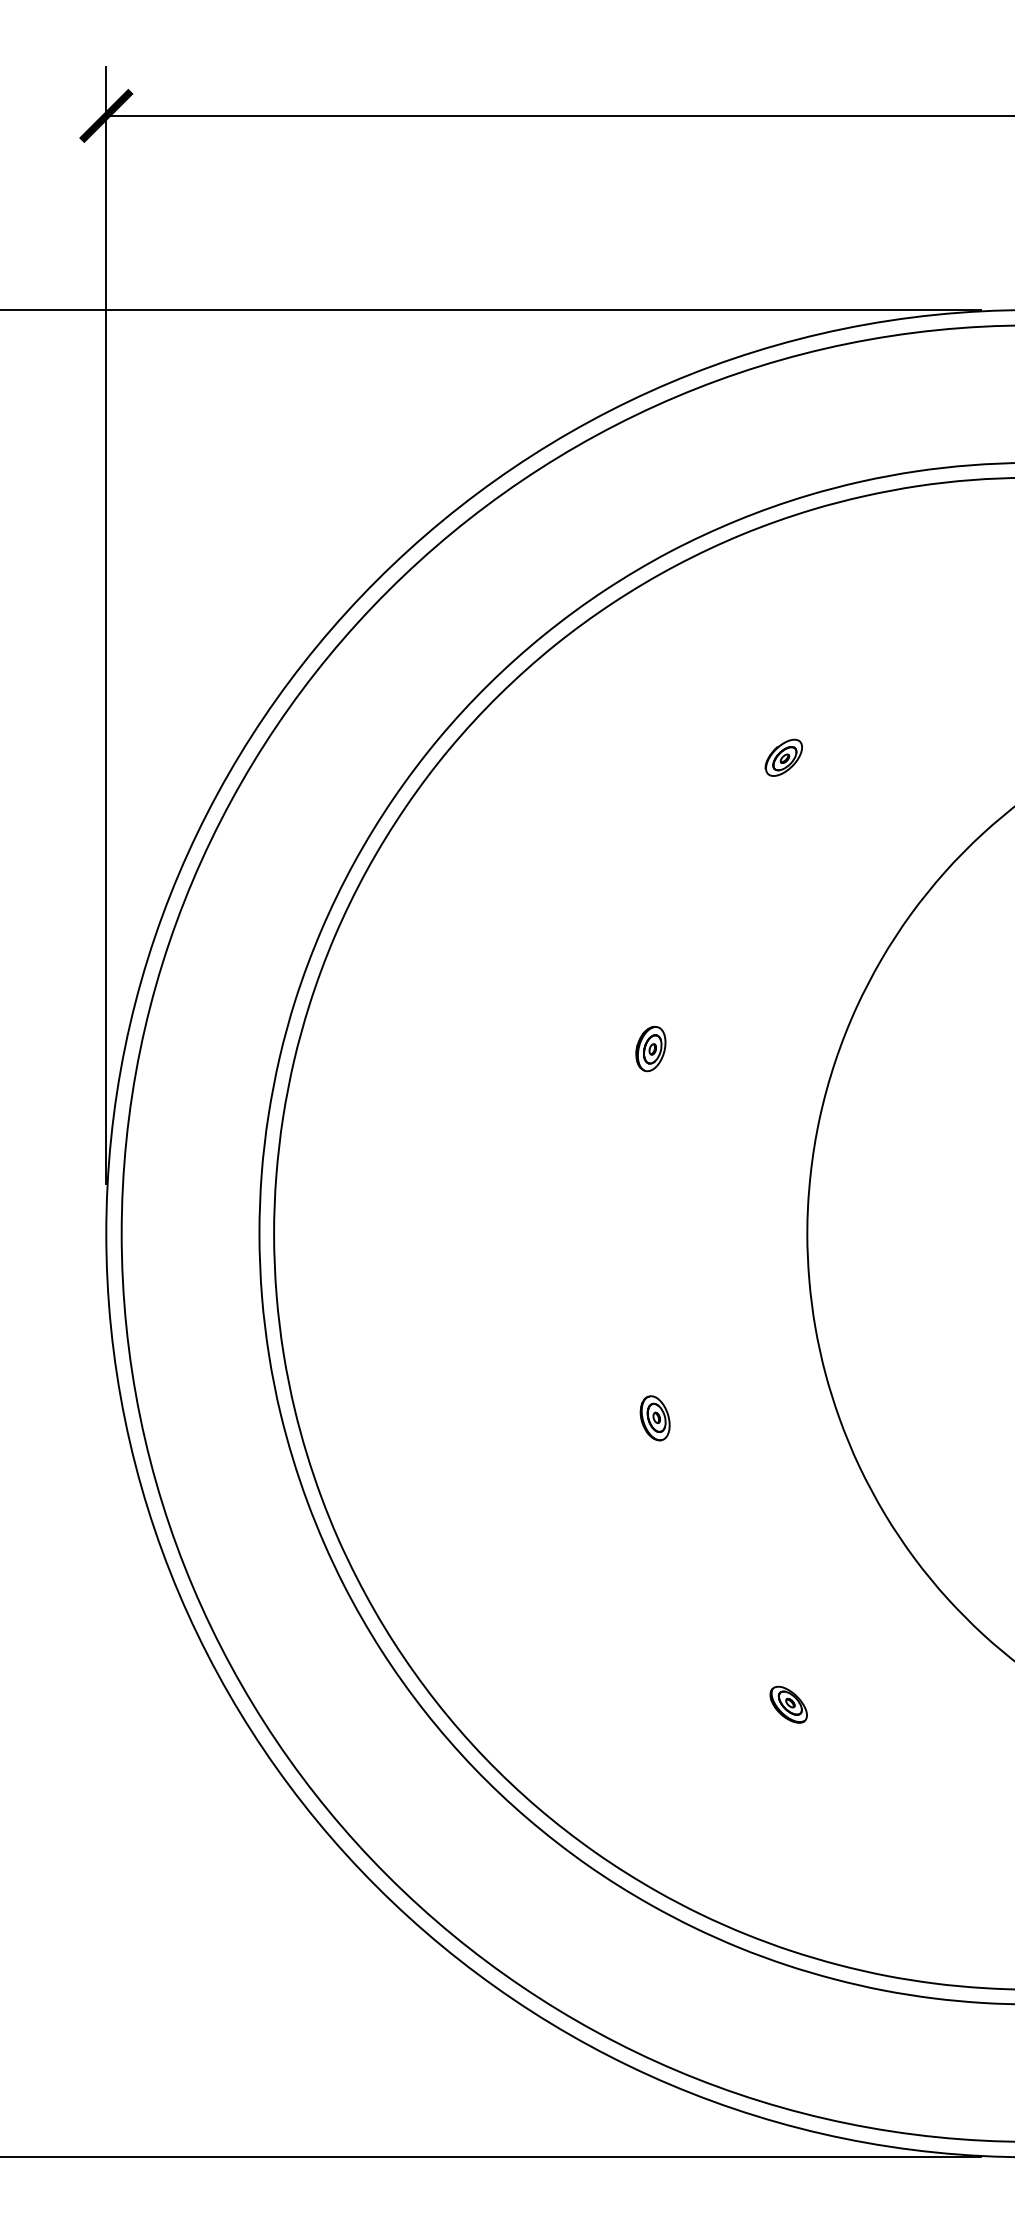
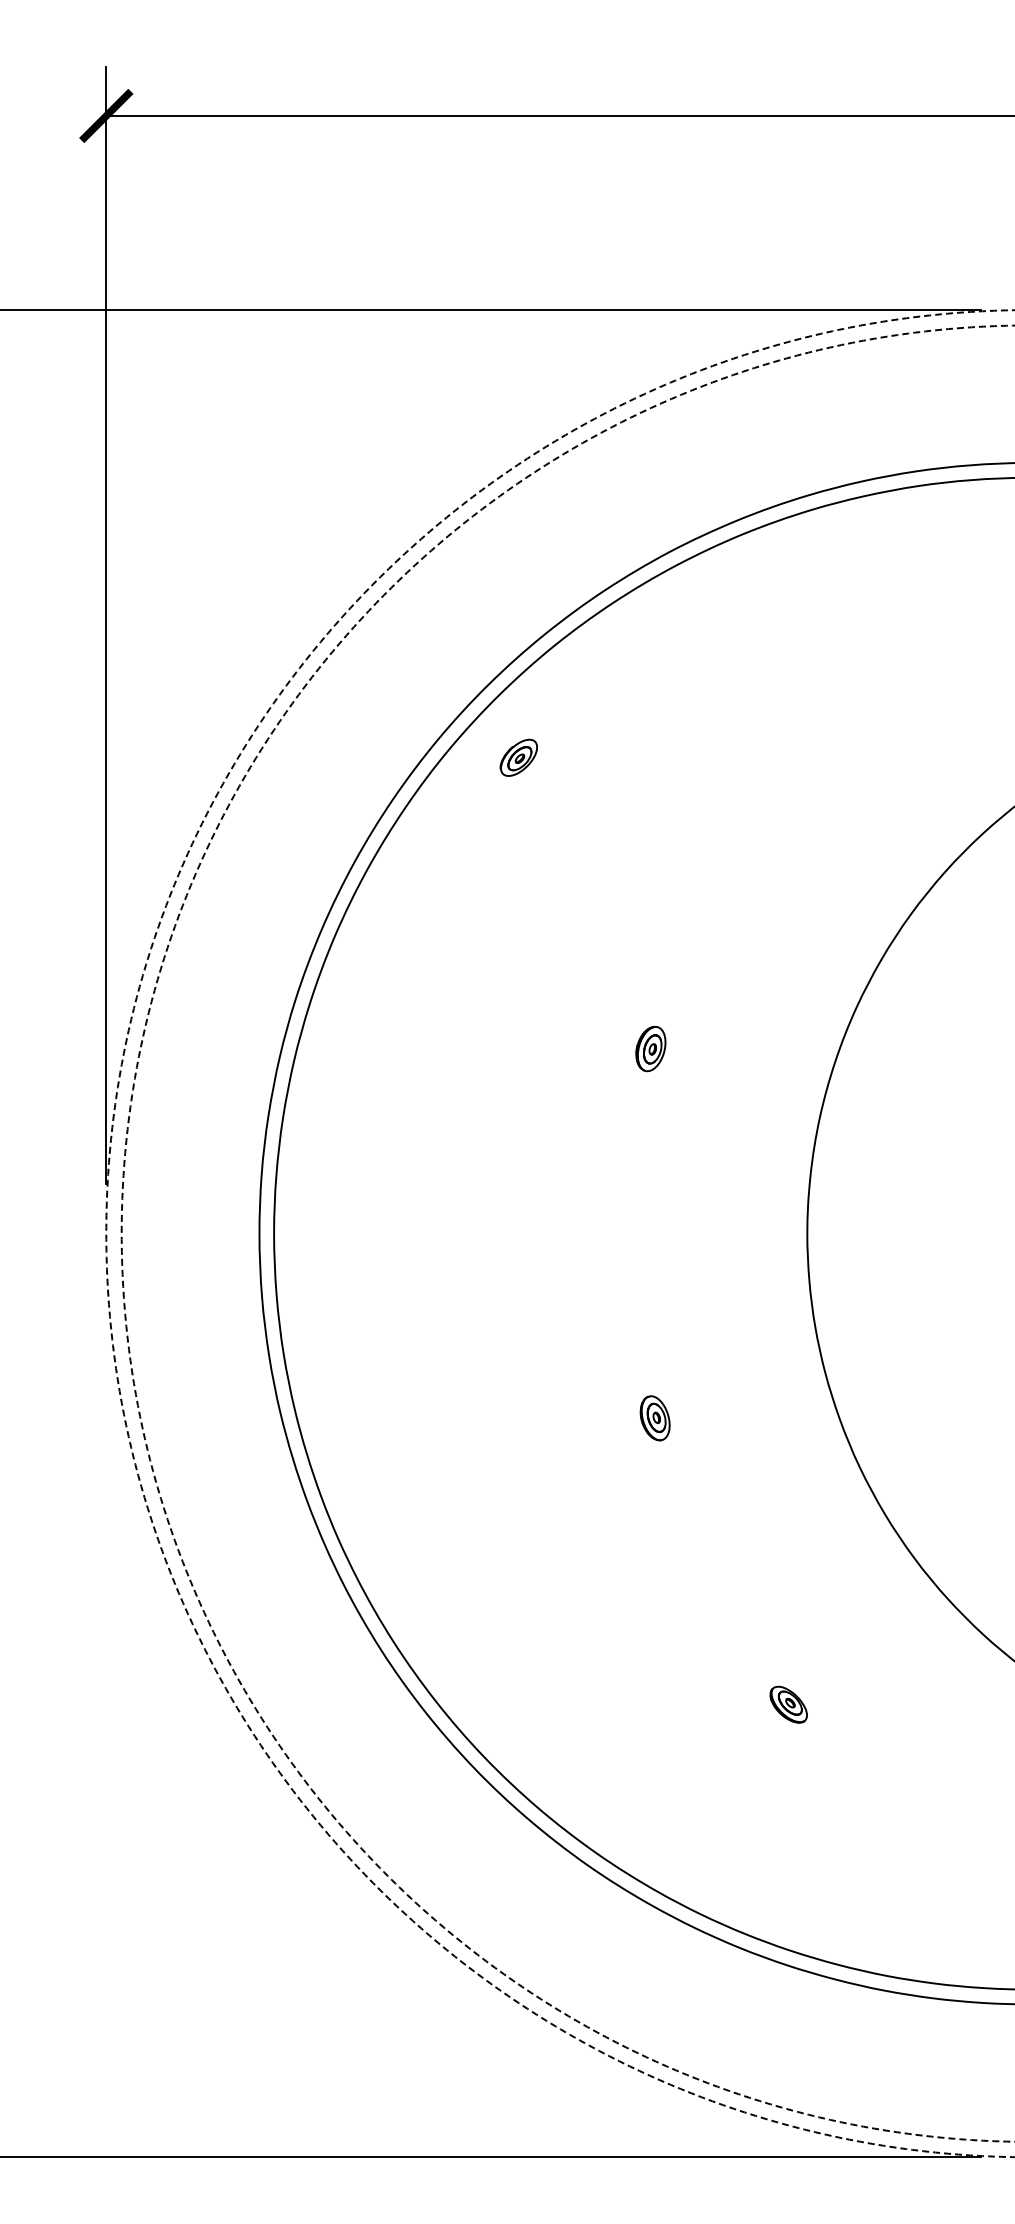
part at (783, 757) position: (783, 757) -> (518, 757)
arc at (106, 1233): solid -> dashed
arc at (121, 1233): solid -> dashed
